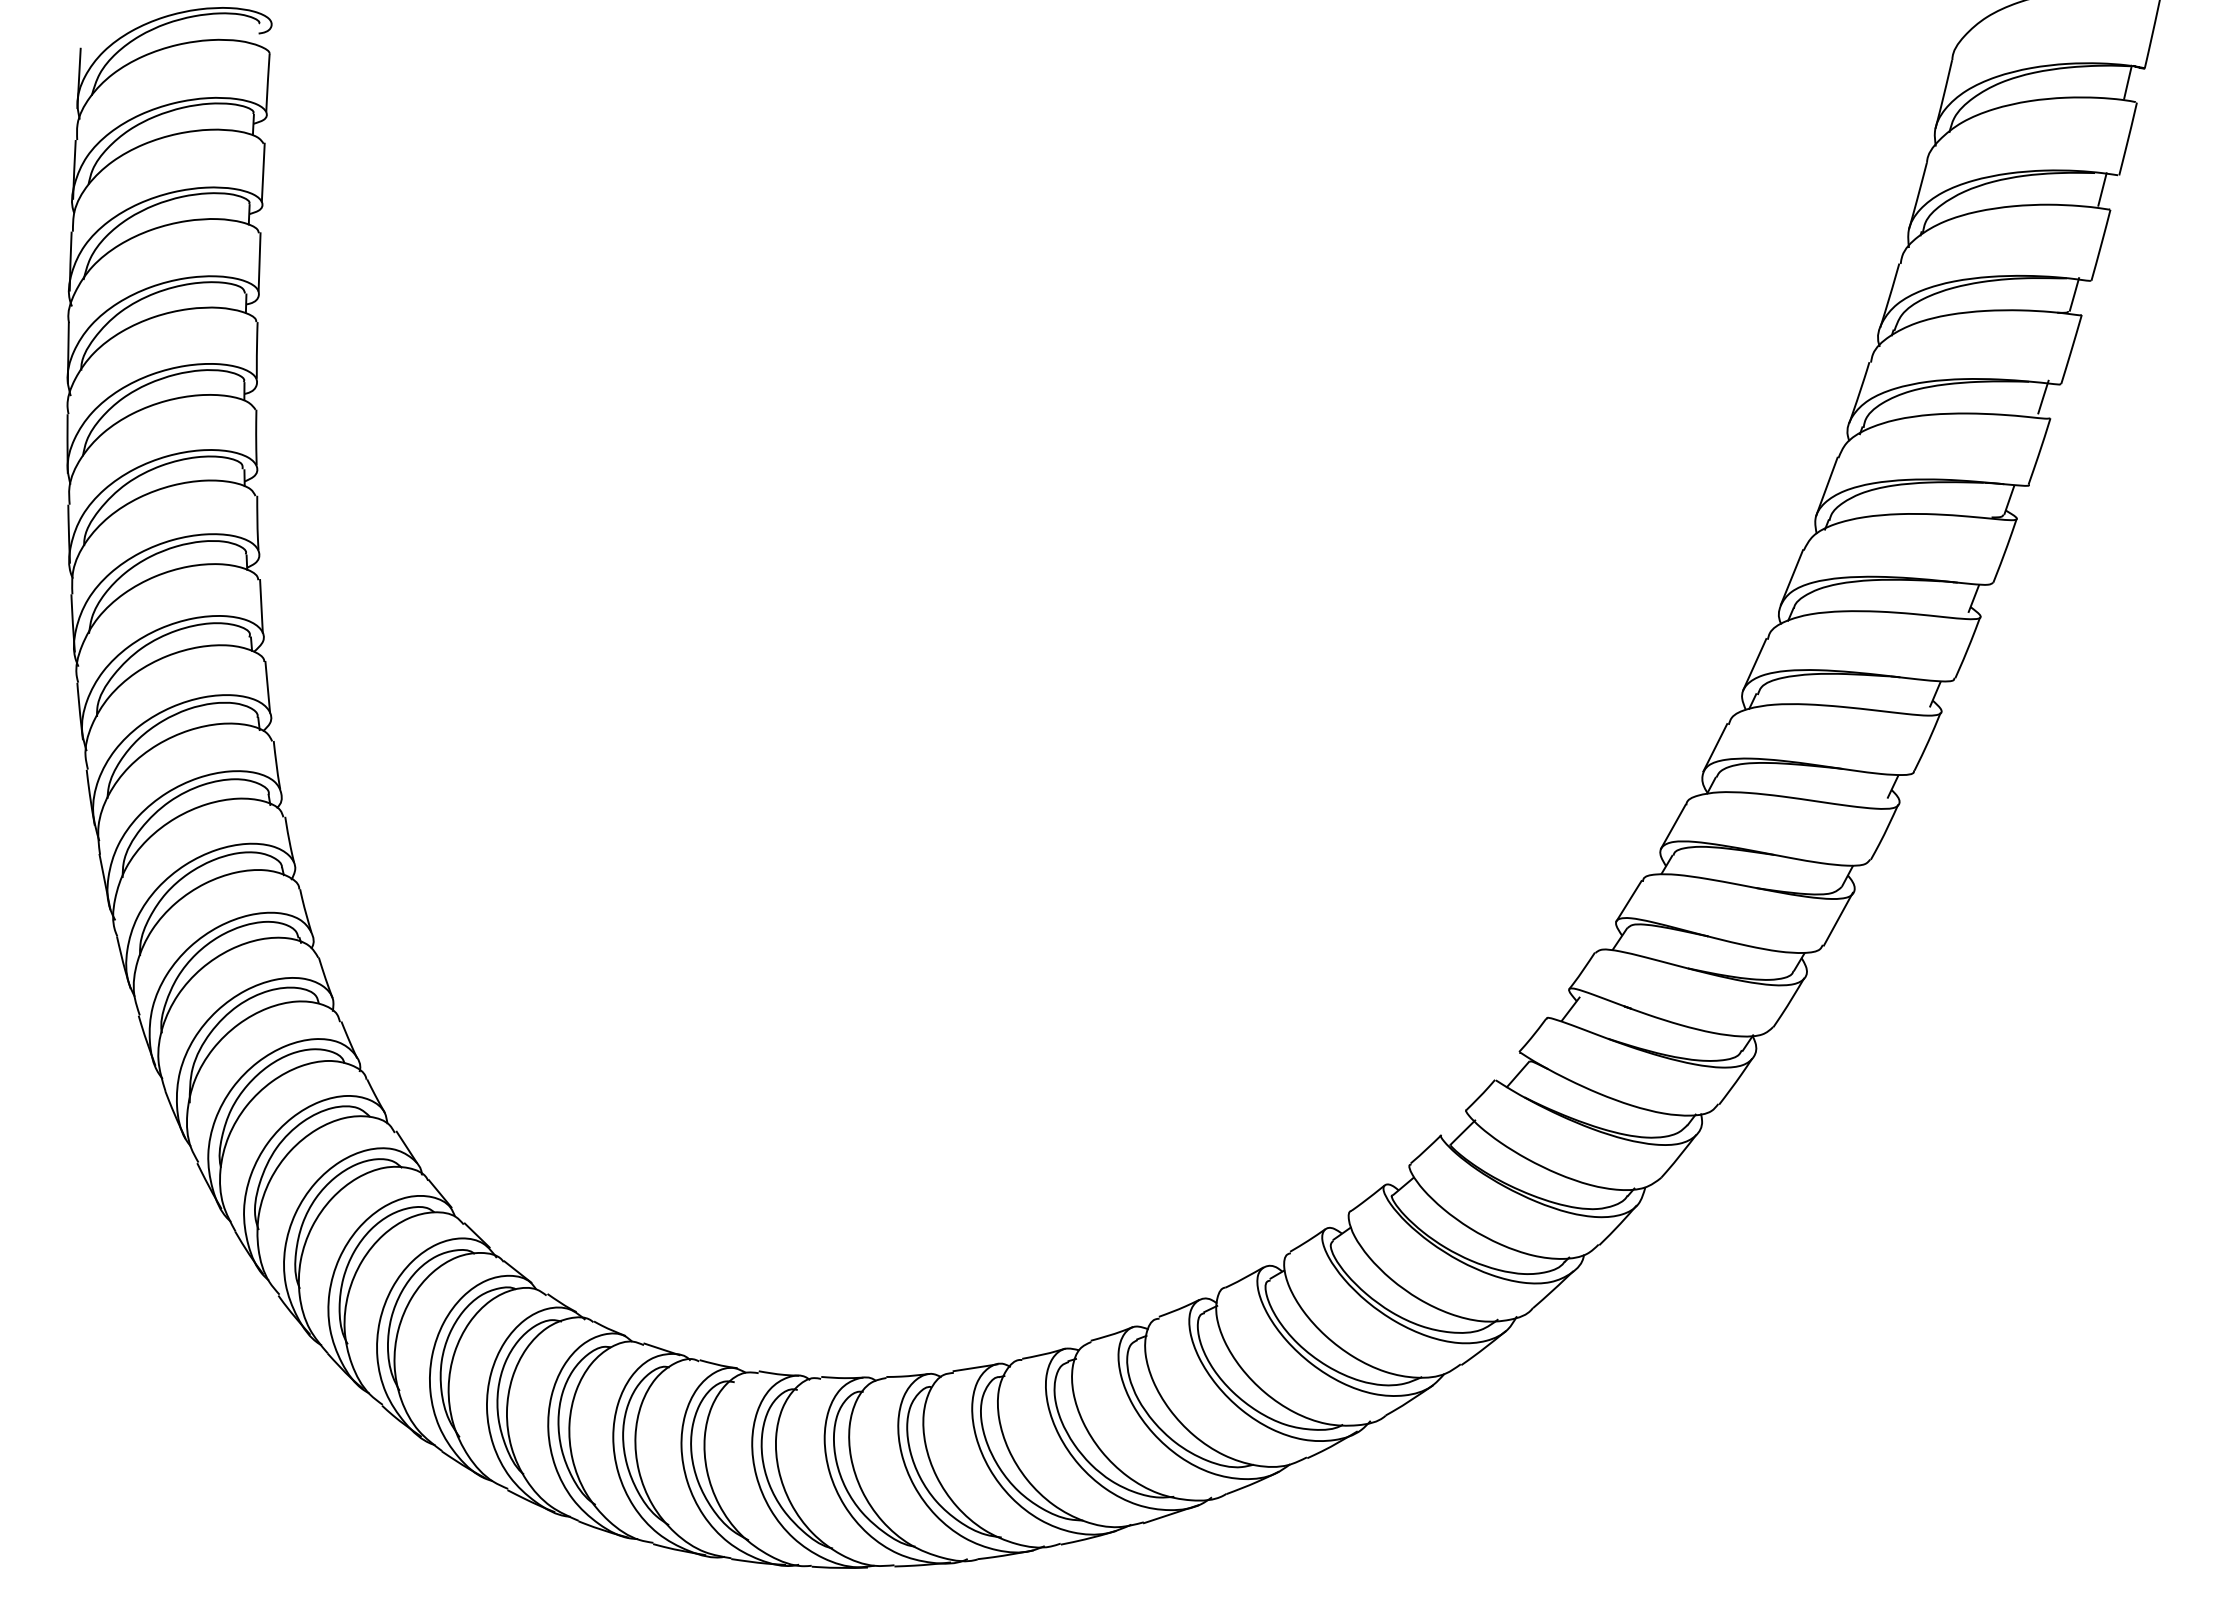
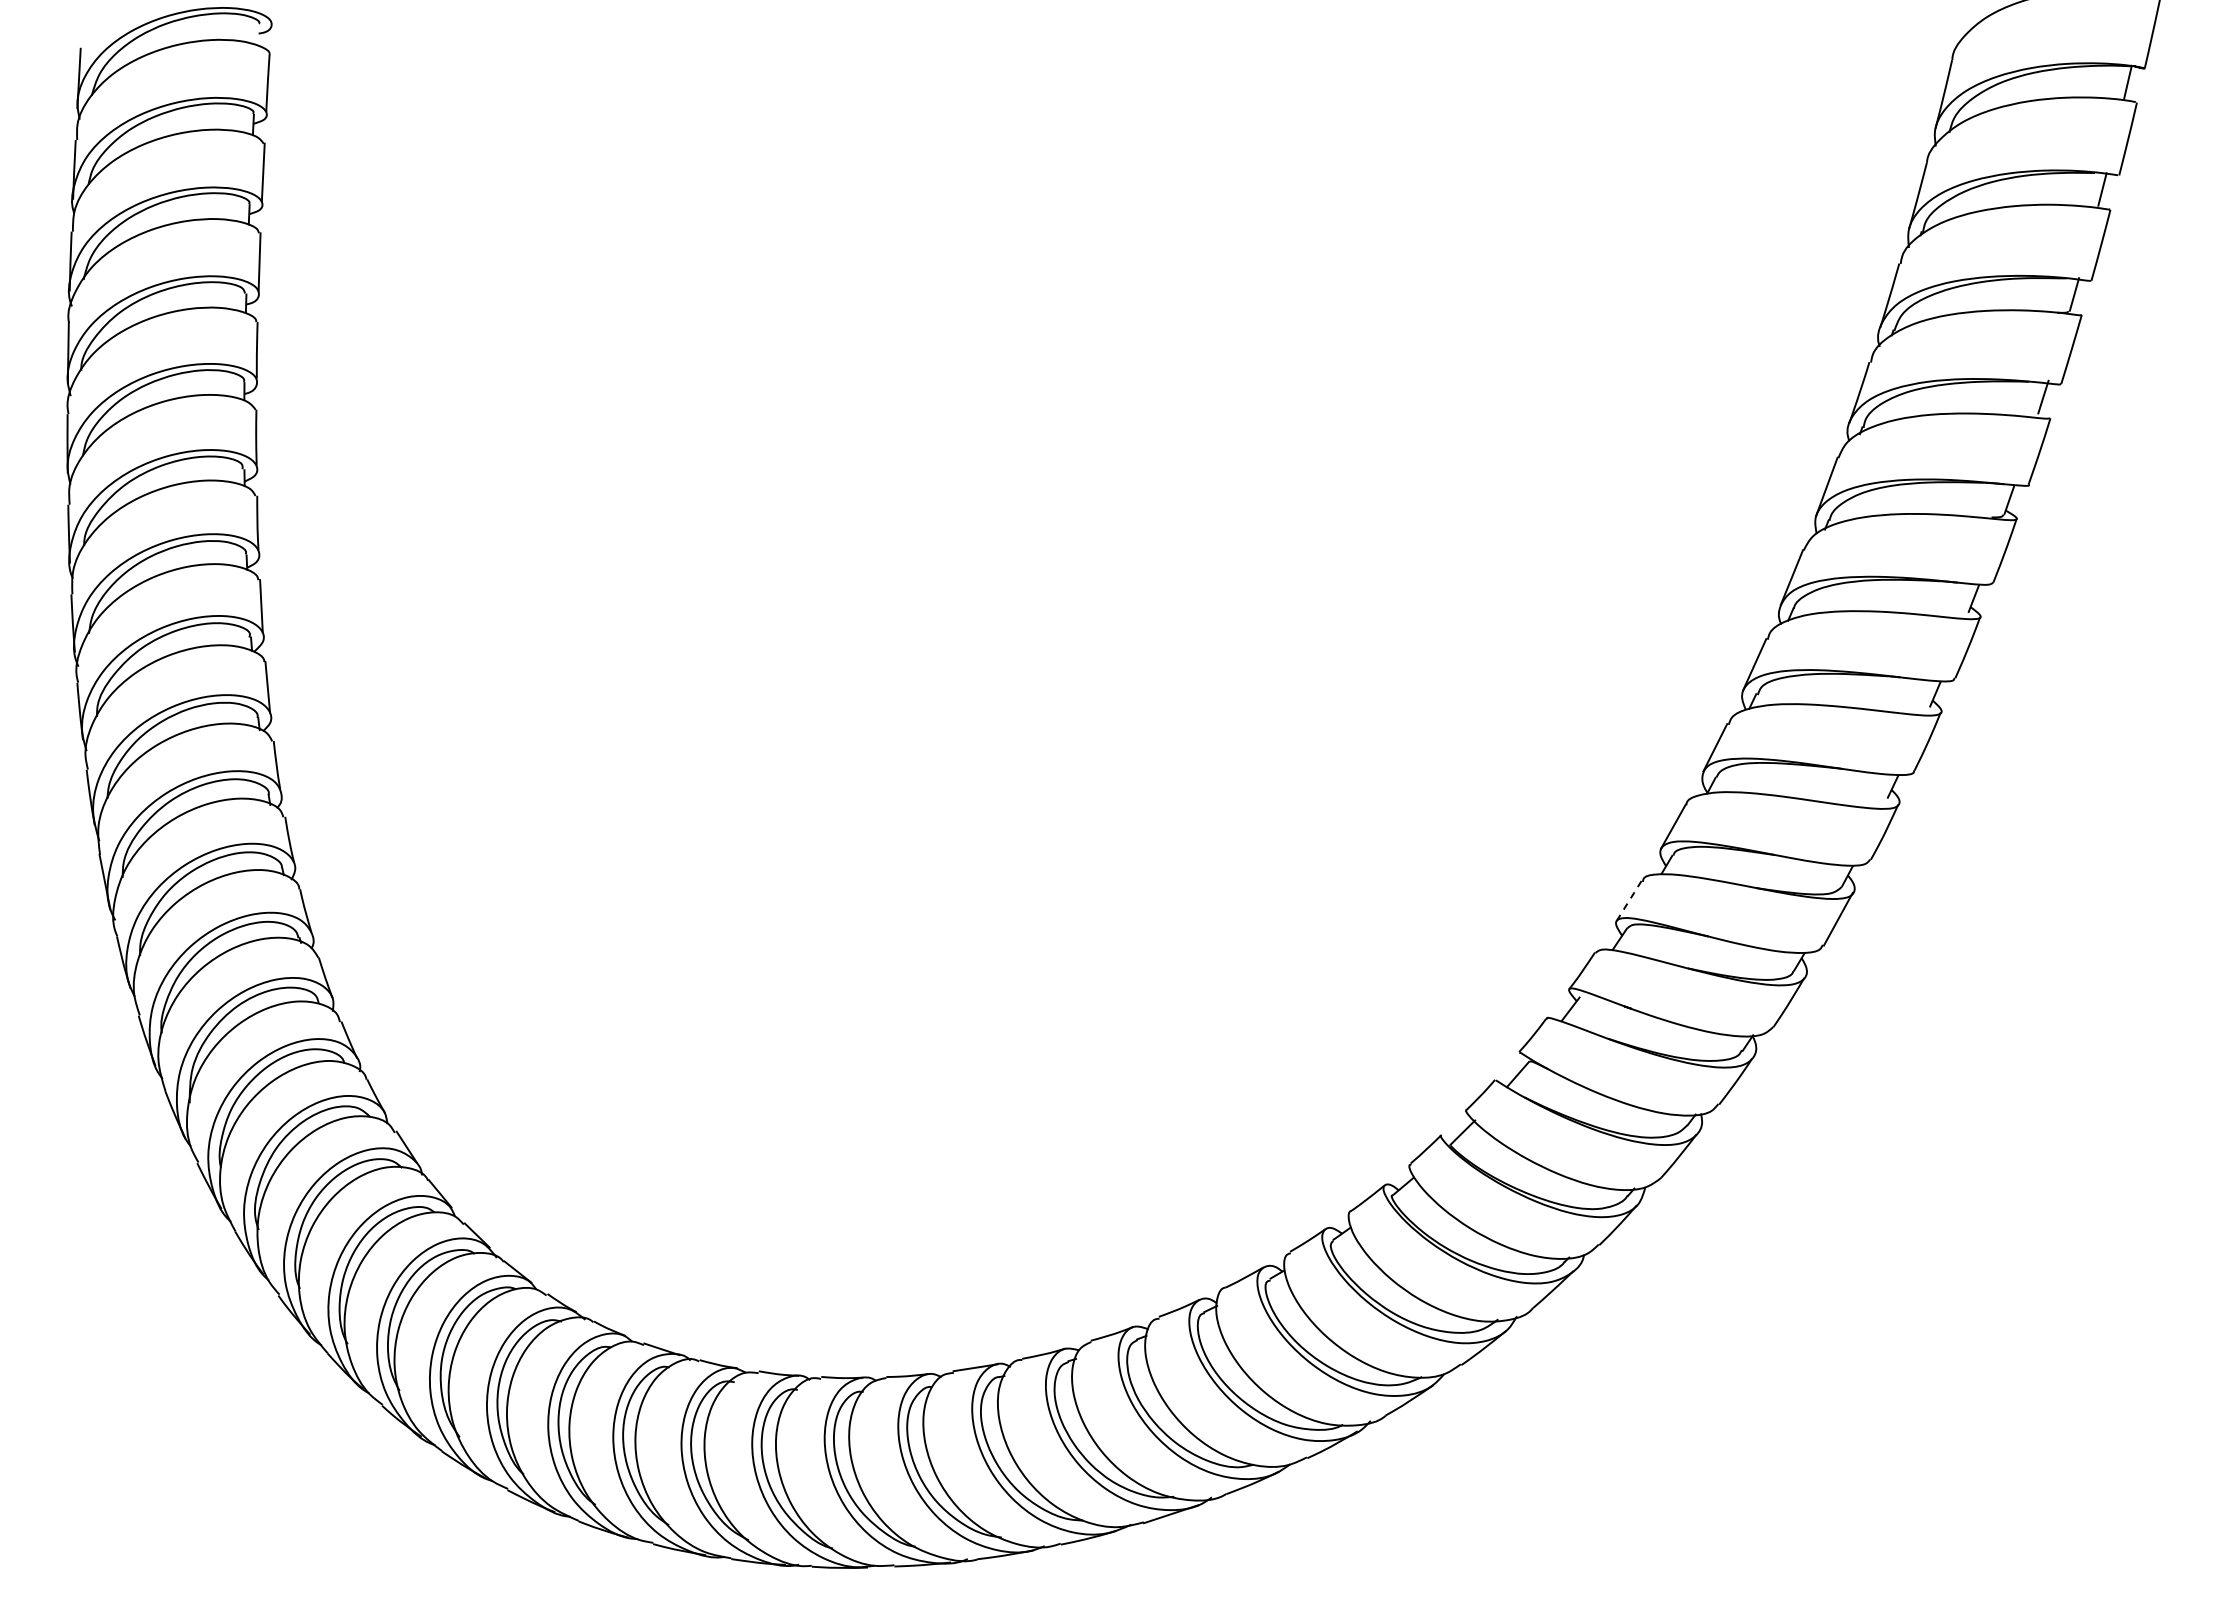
line at (1628, 901): solid -> dashed
